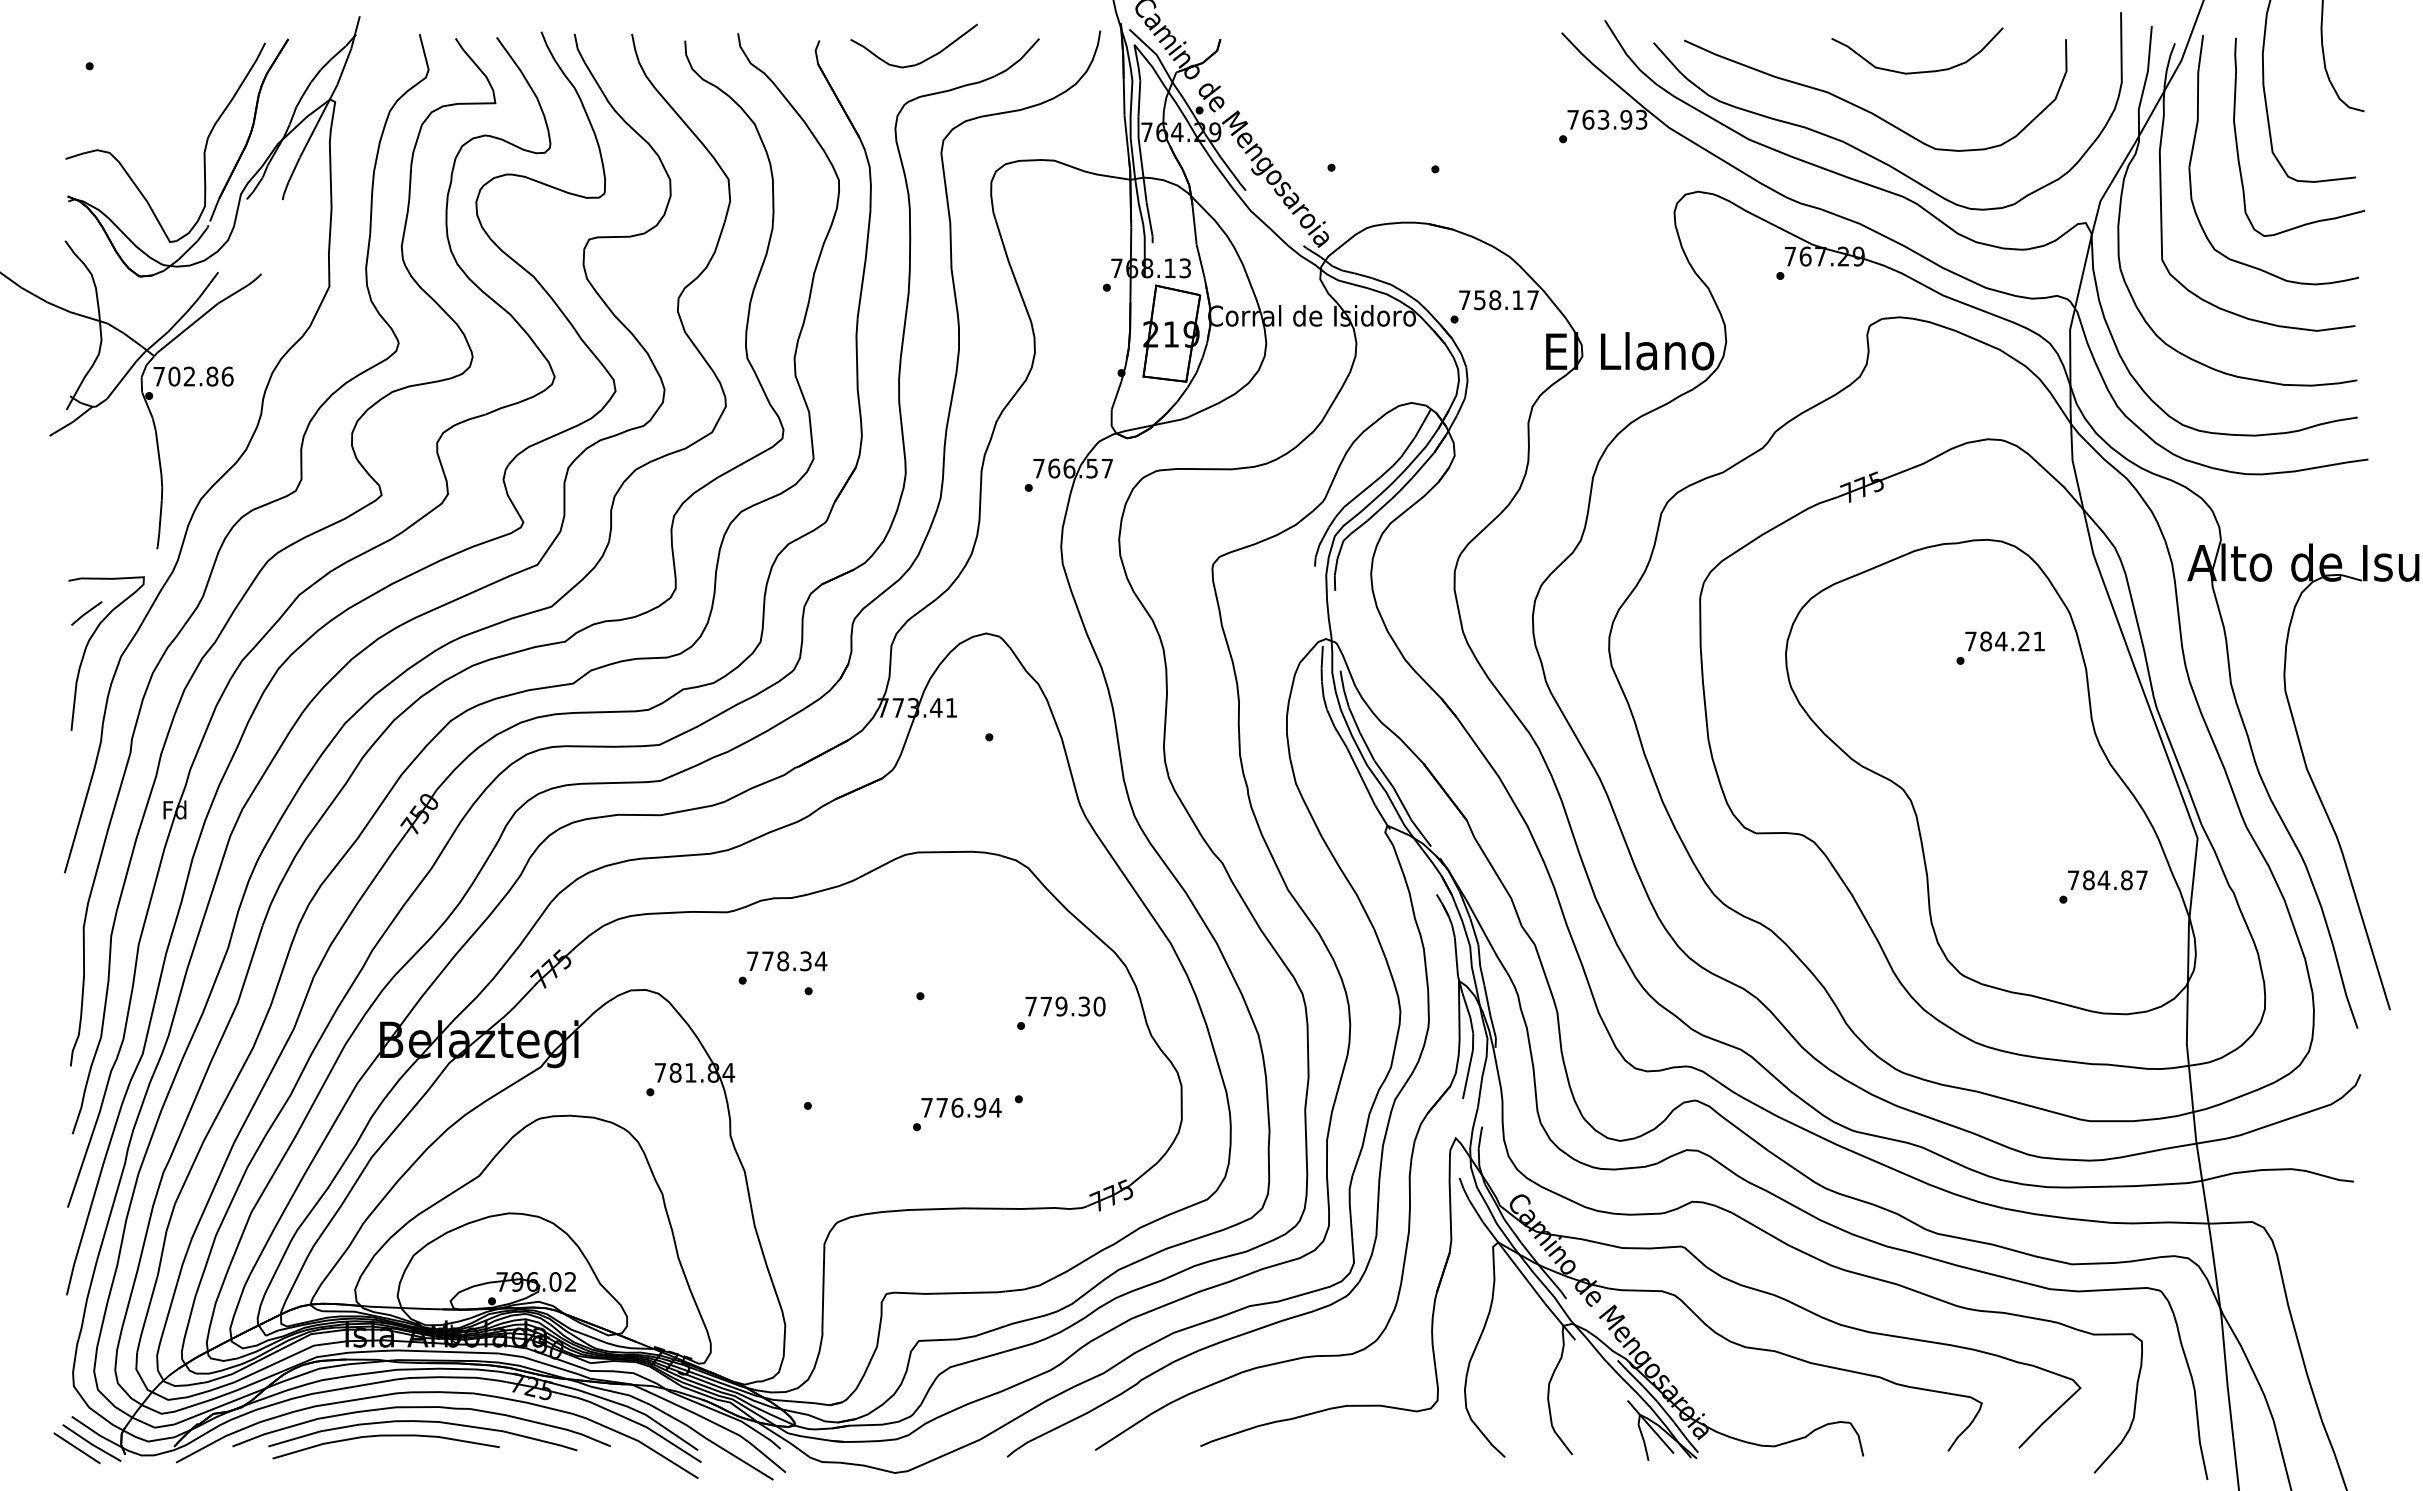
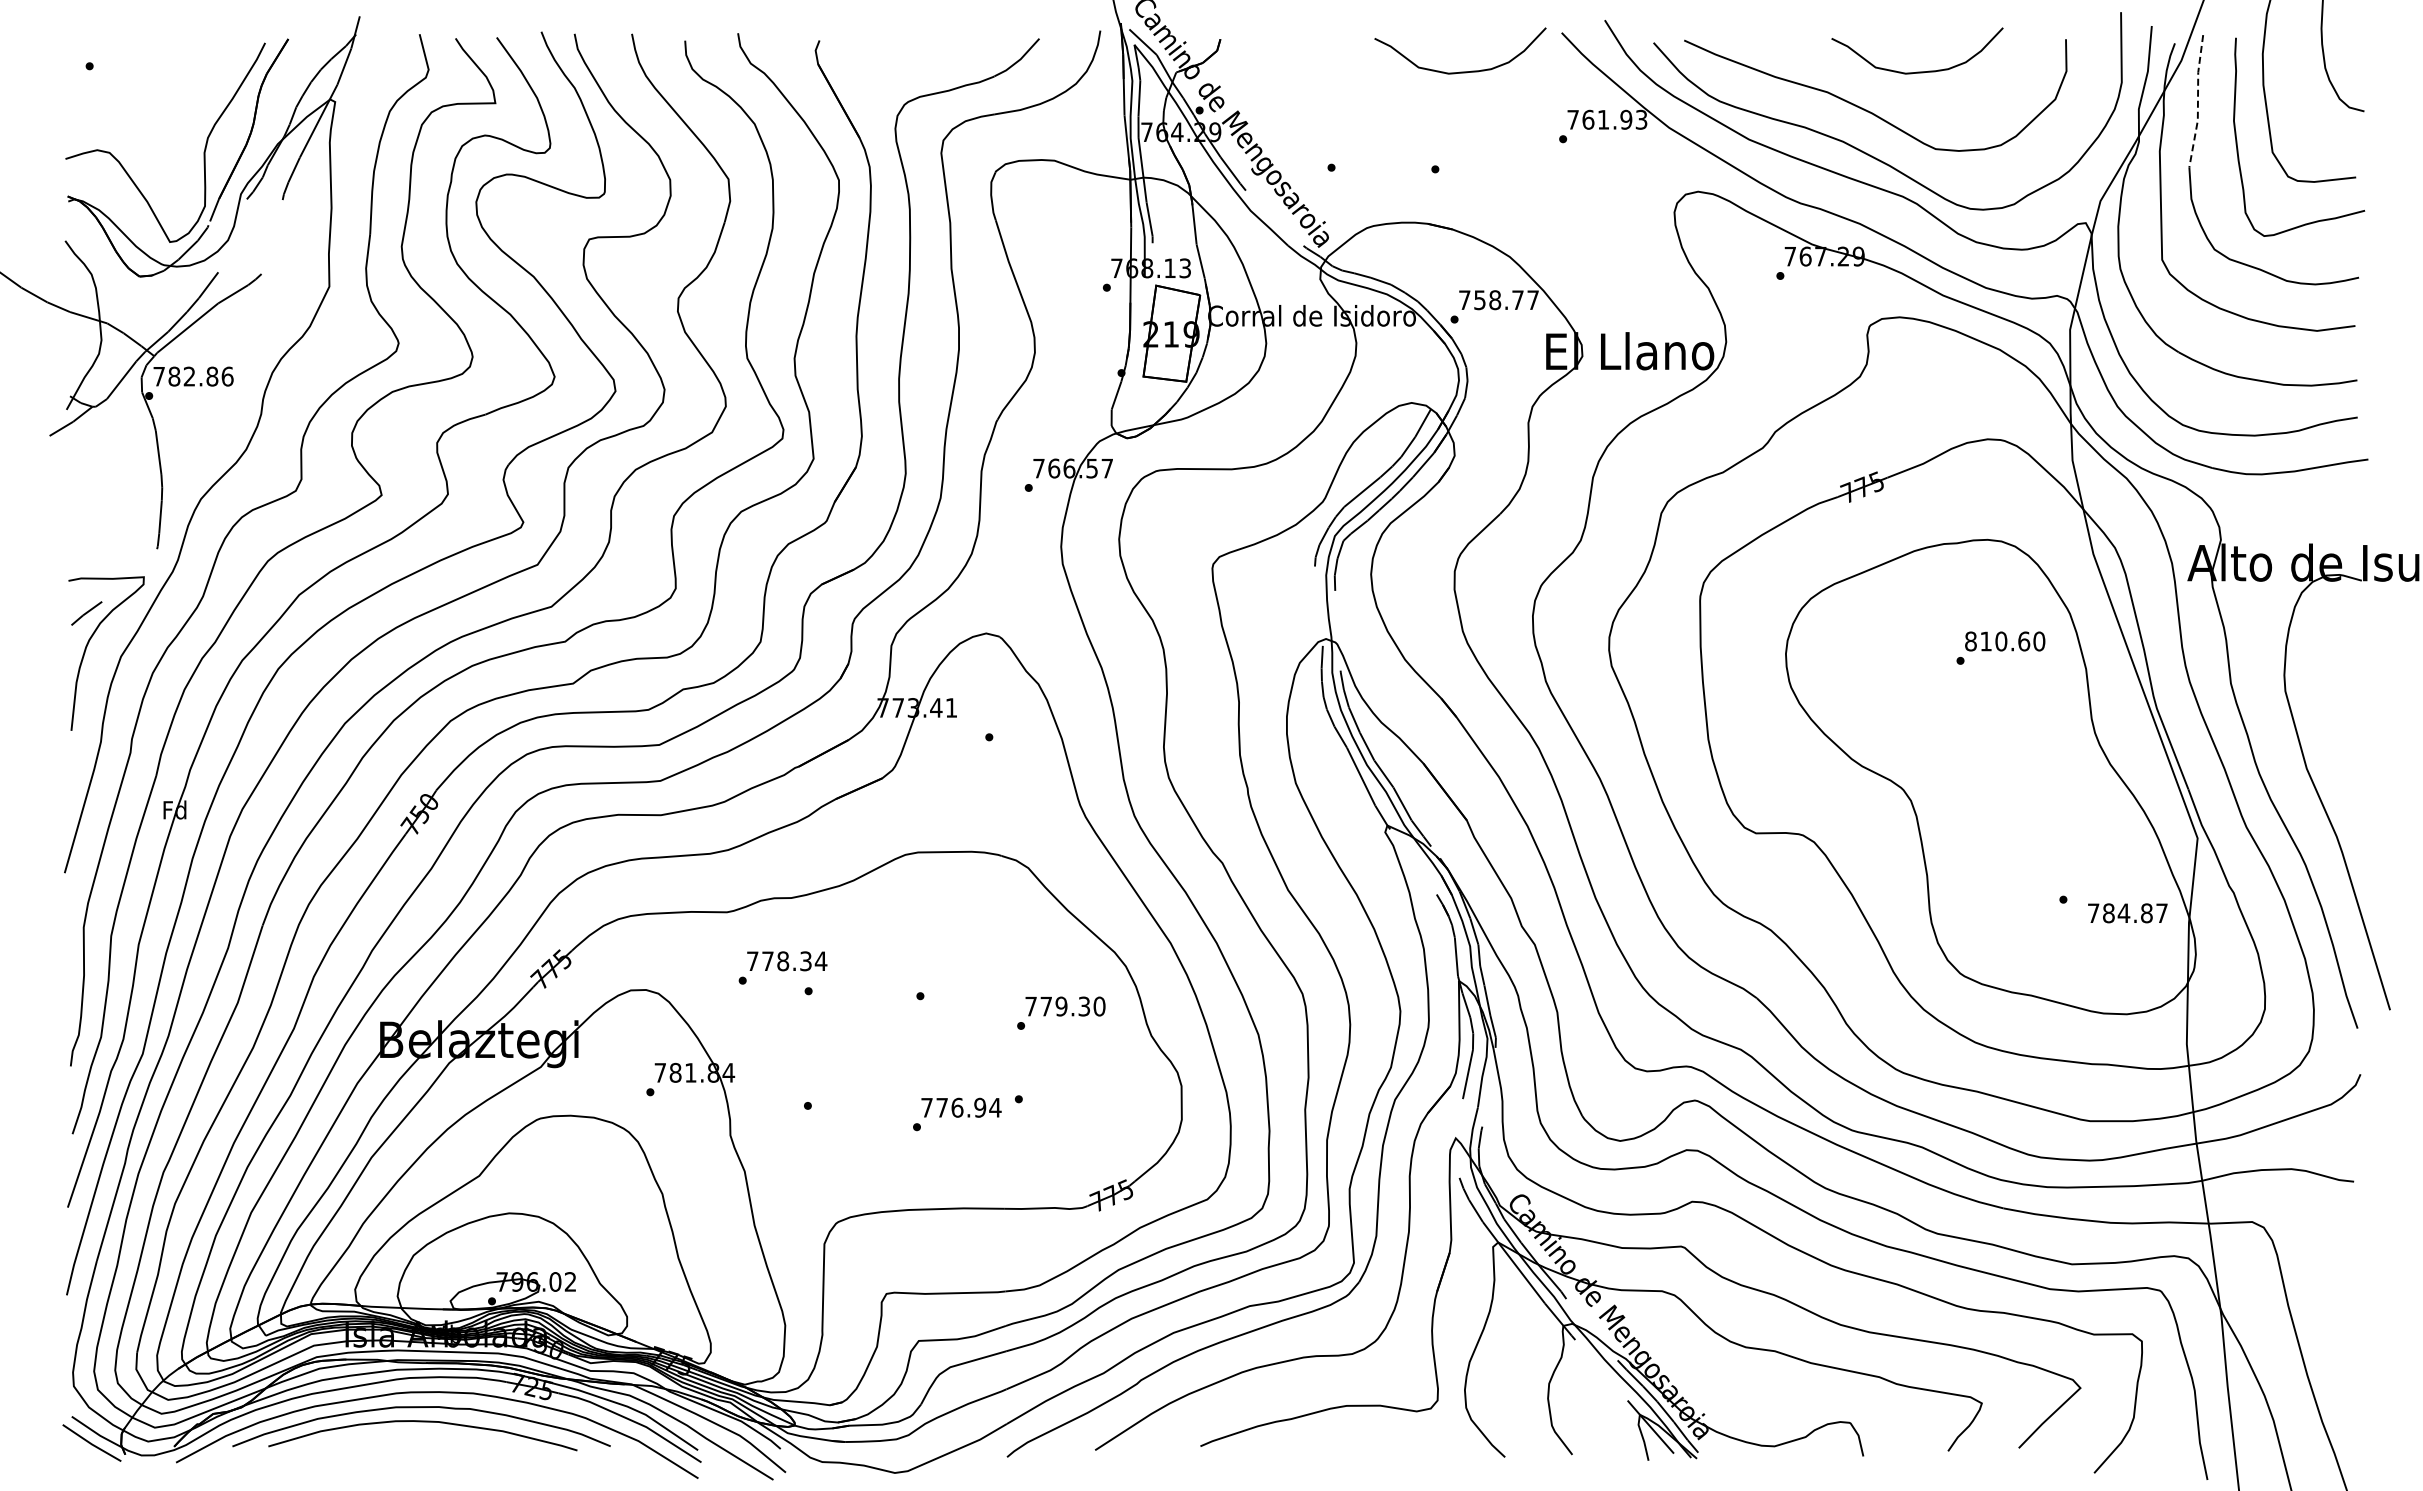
curve at (921, 61): present -> none
curve at (1460, 71): none -> present
line at (2197, 101): solid -> dashed
text at (1603, 119): 763.93 -> 761.93
text at (1517, 299): 758.17 -> 758.77
text at (174, 376): 702.86 -> 782.86
text at (2005, 641): 784.21 -> 810.60
text at (2107, 880) position: (2107, 880) -> (2127, 913)
curve at (385, 1436): present -> none
line at (76, 1448): present -> none
